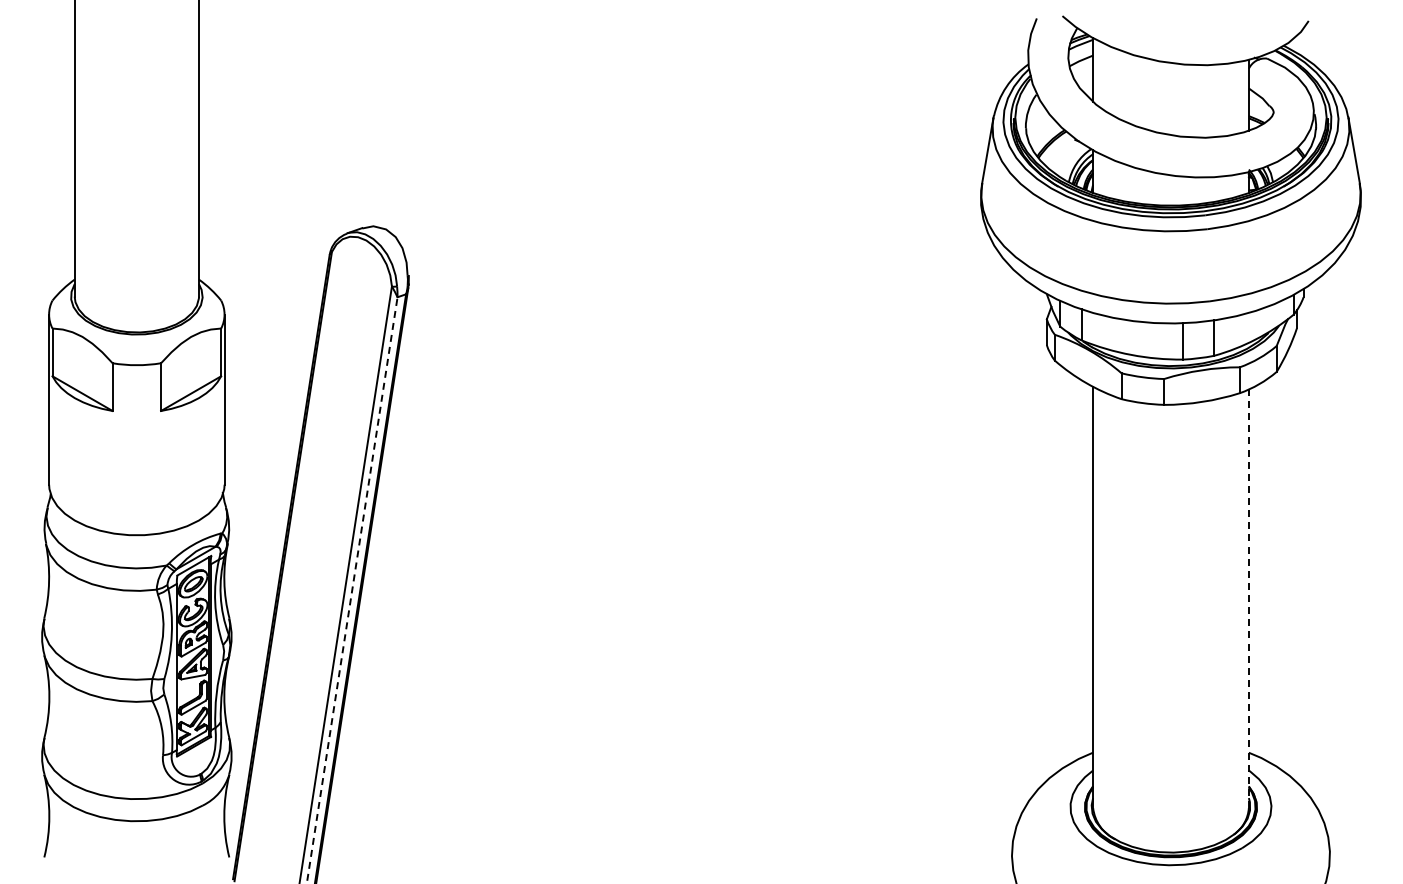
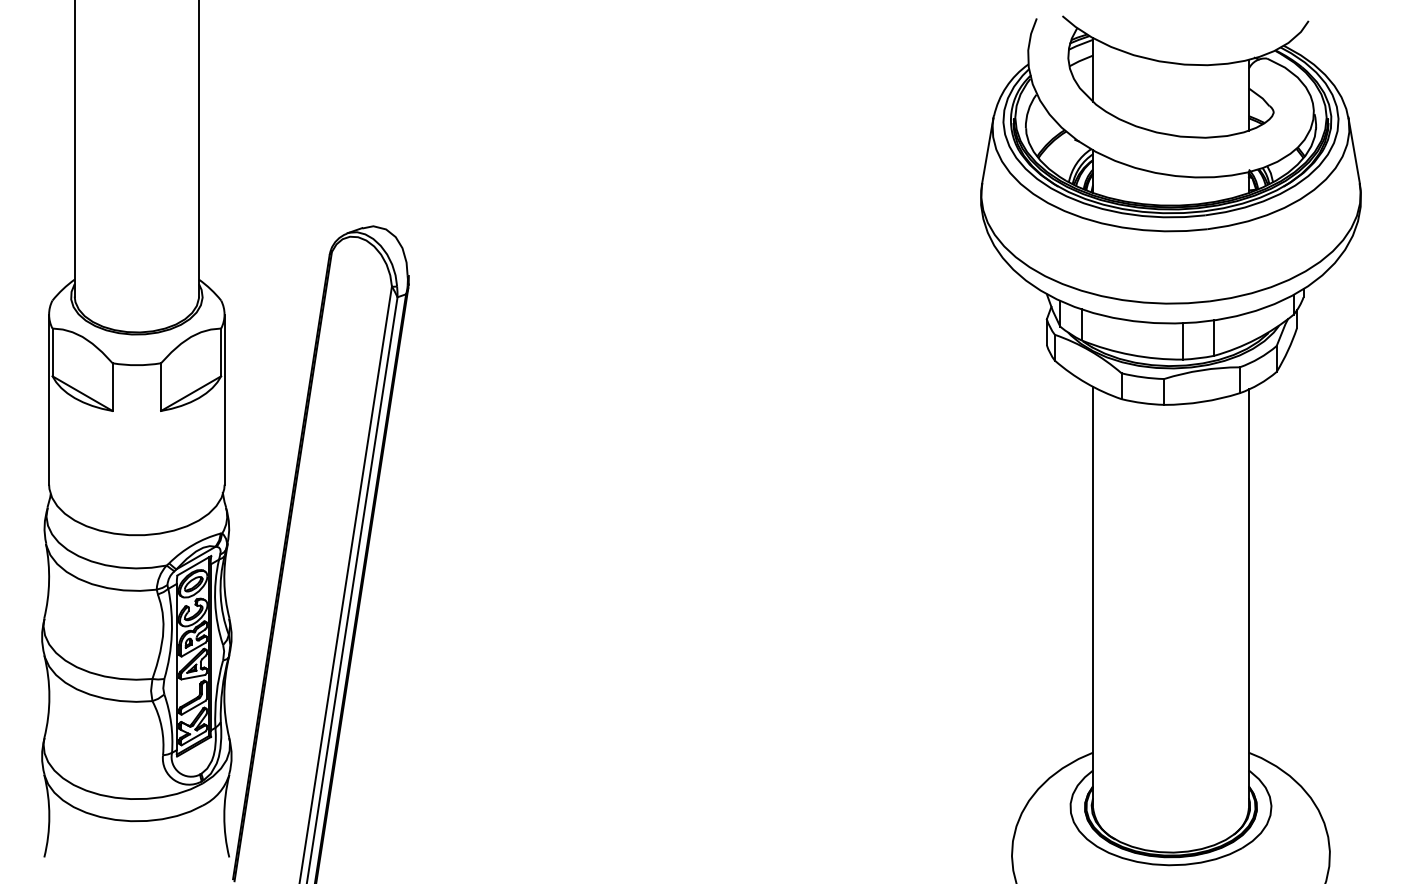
line at (352, 589): dashed -> solid
line at (1248, 598): dashed -> solid
